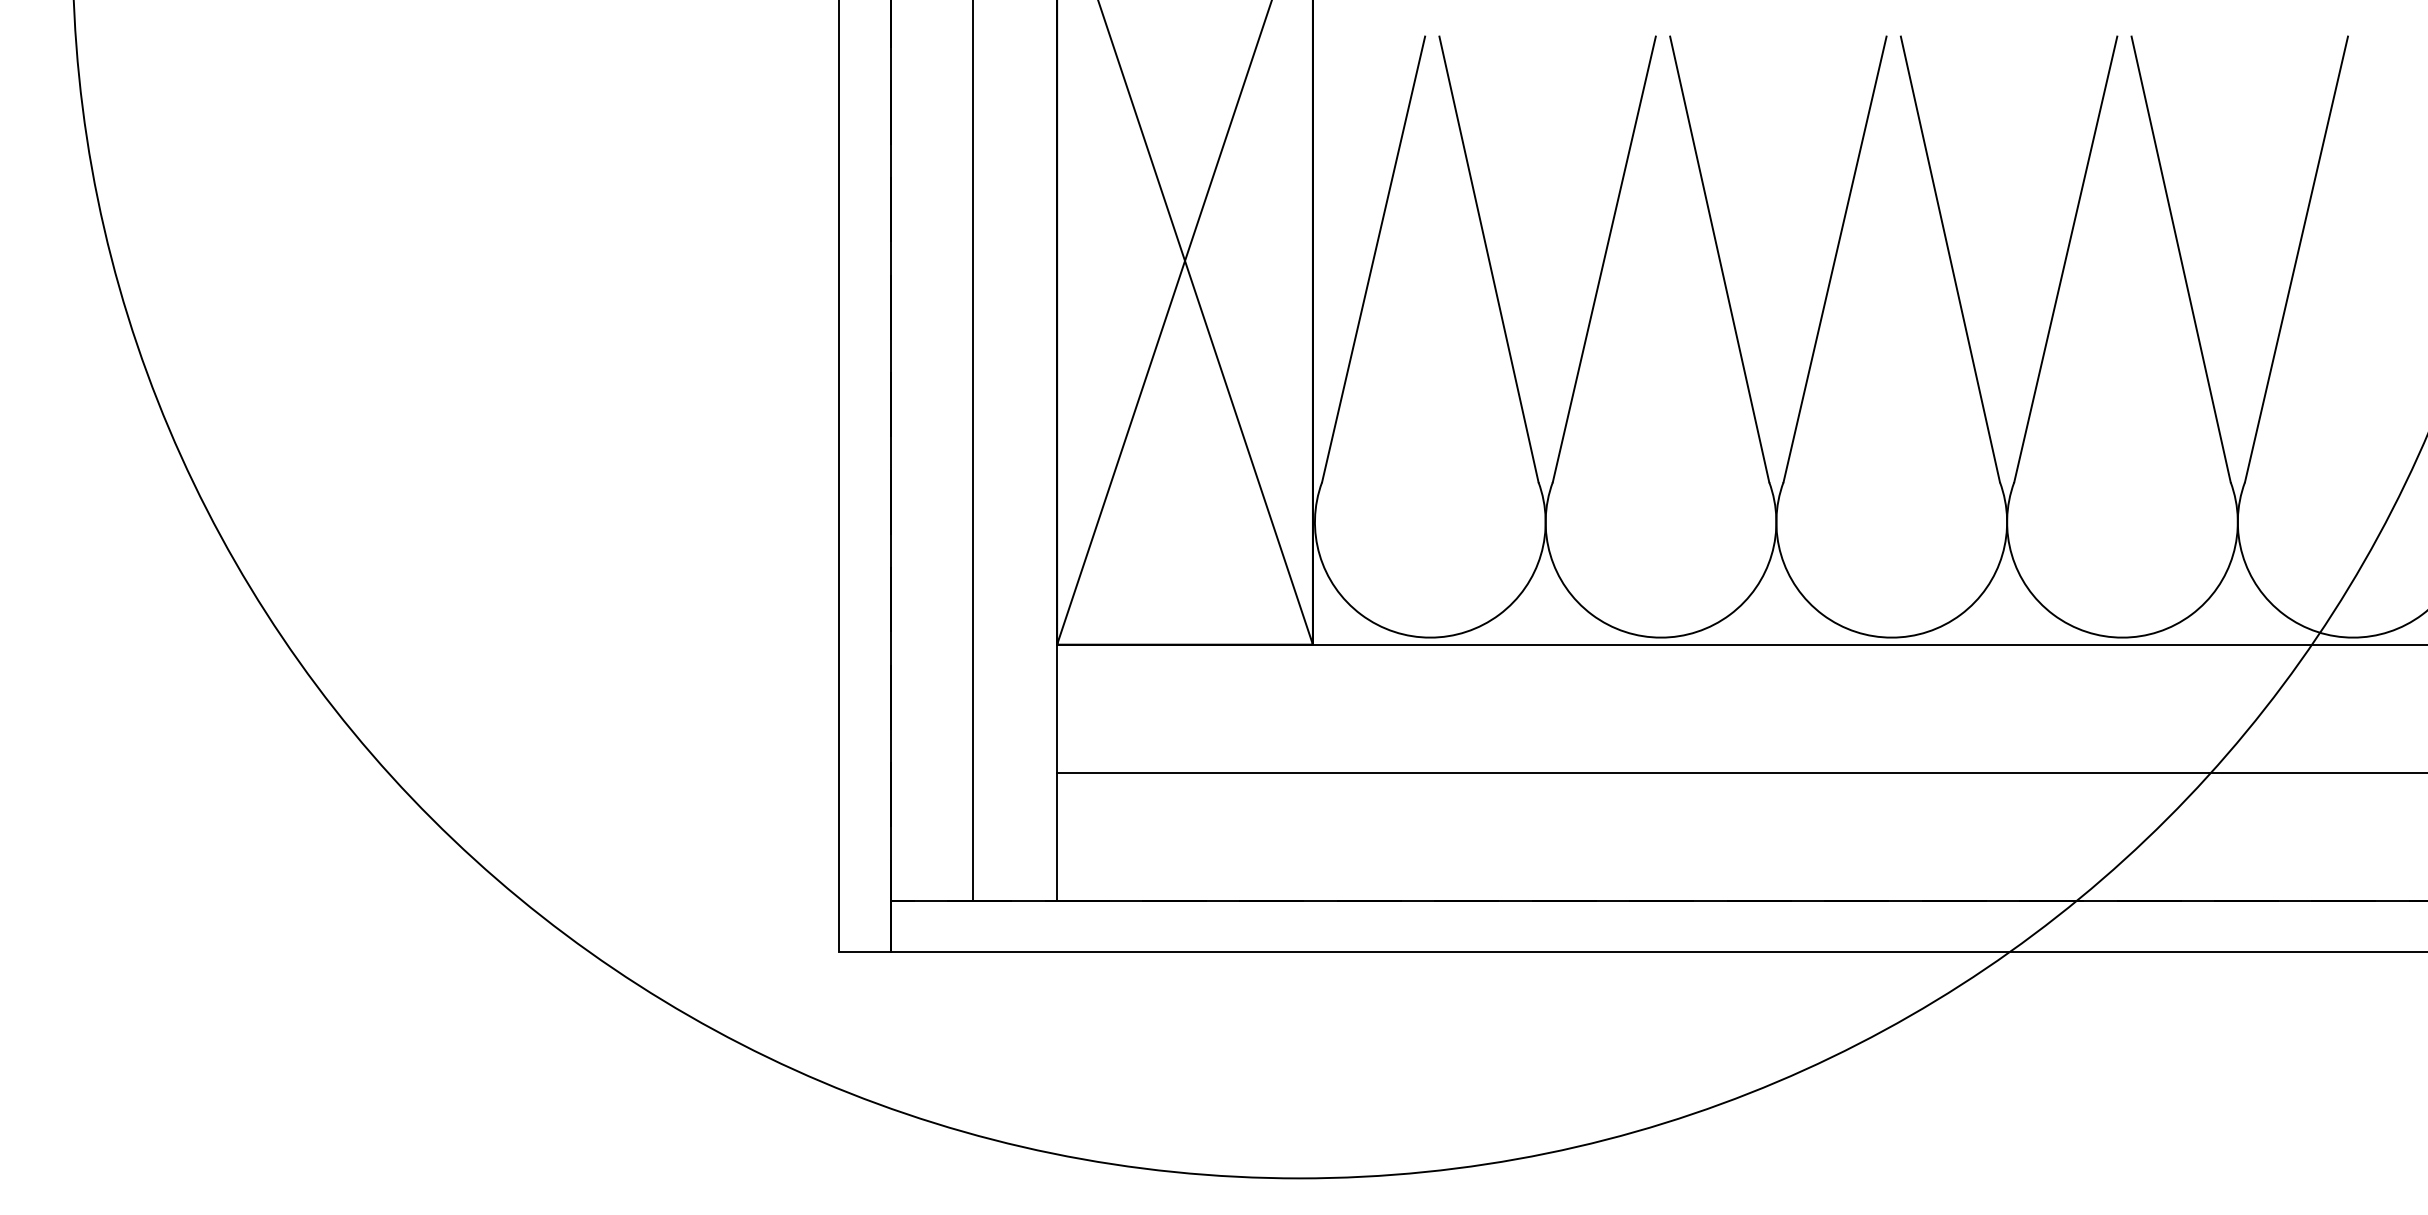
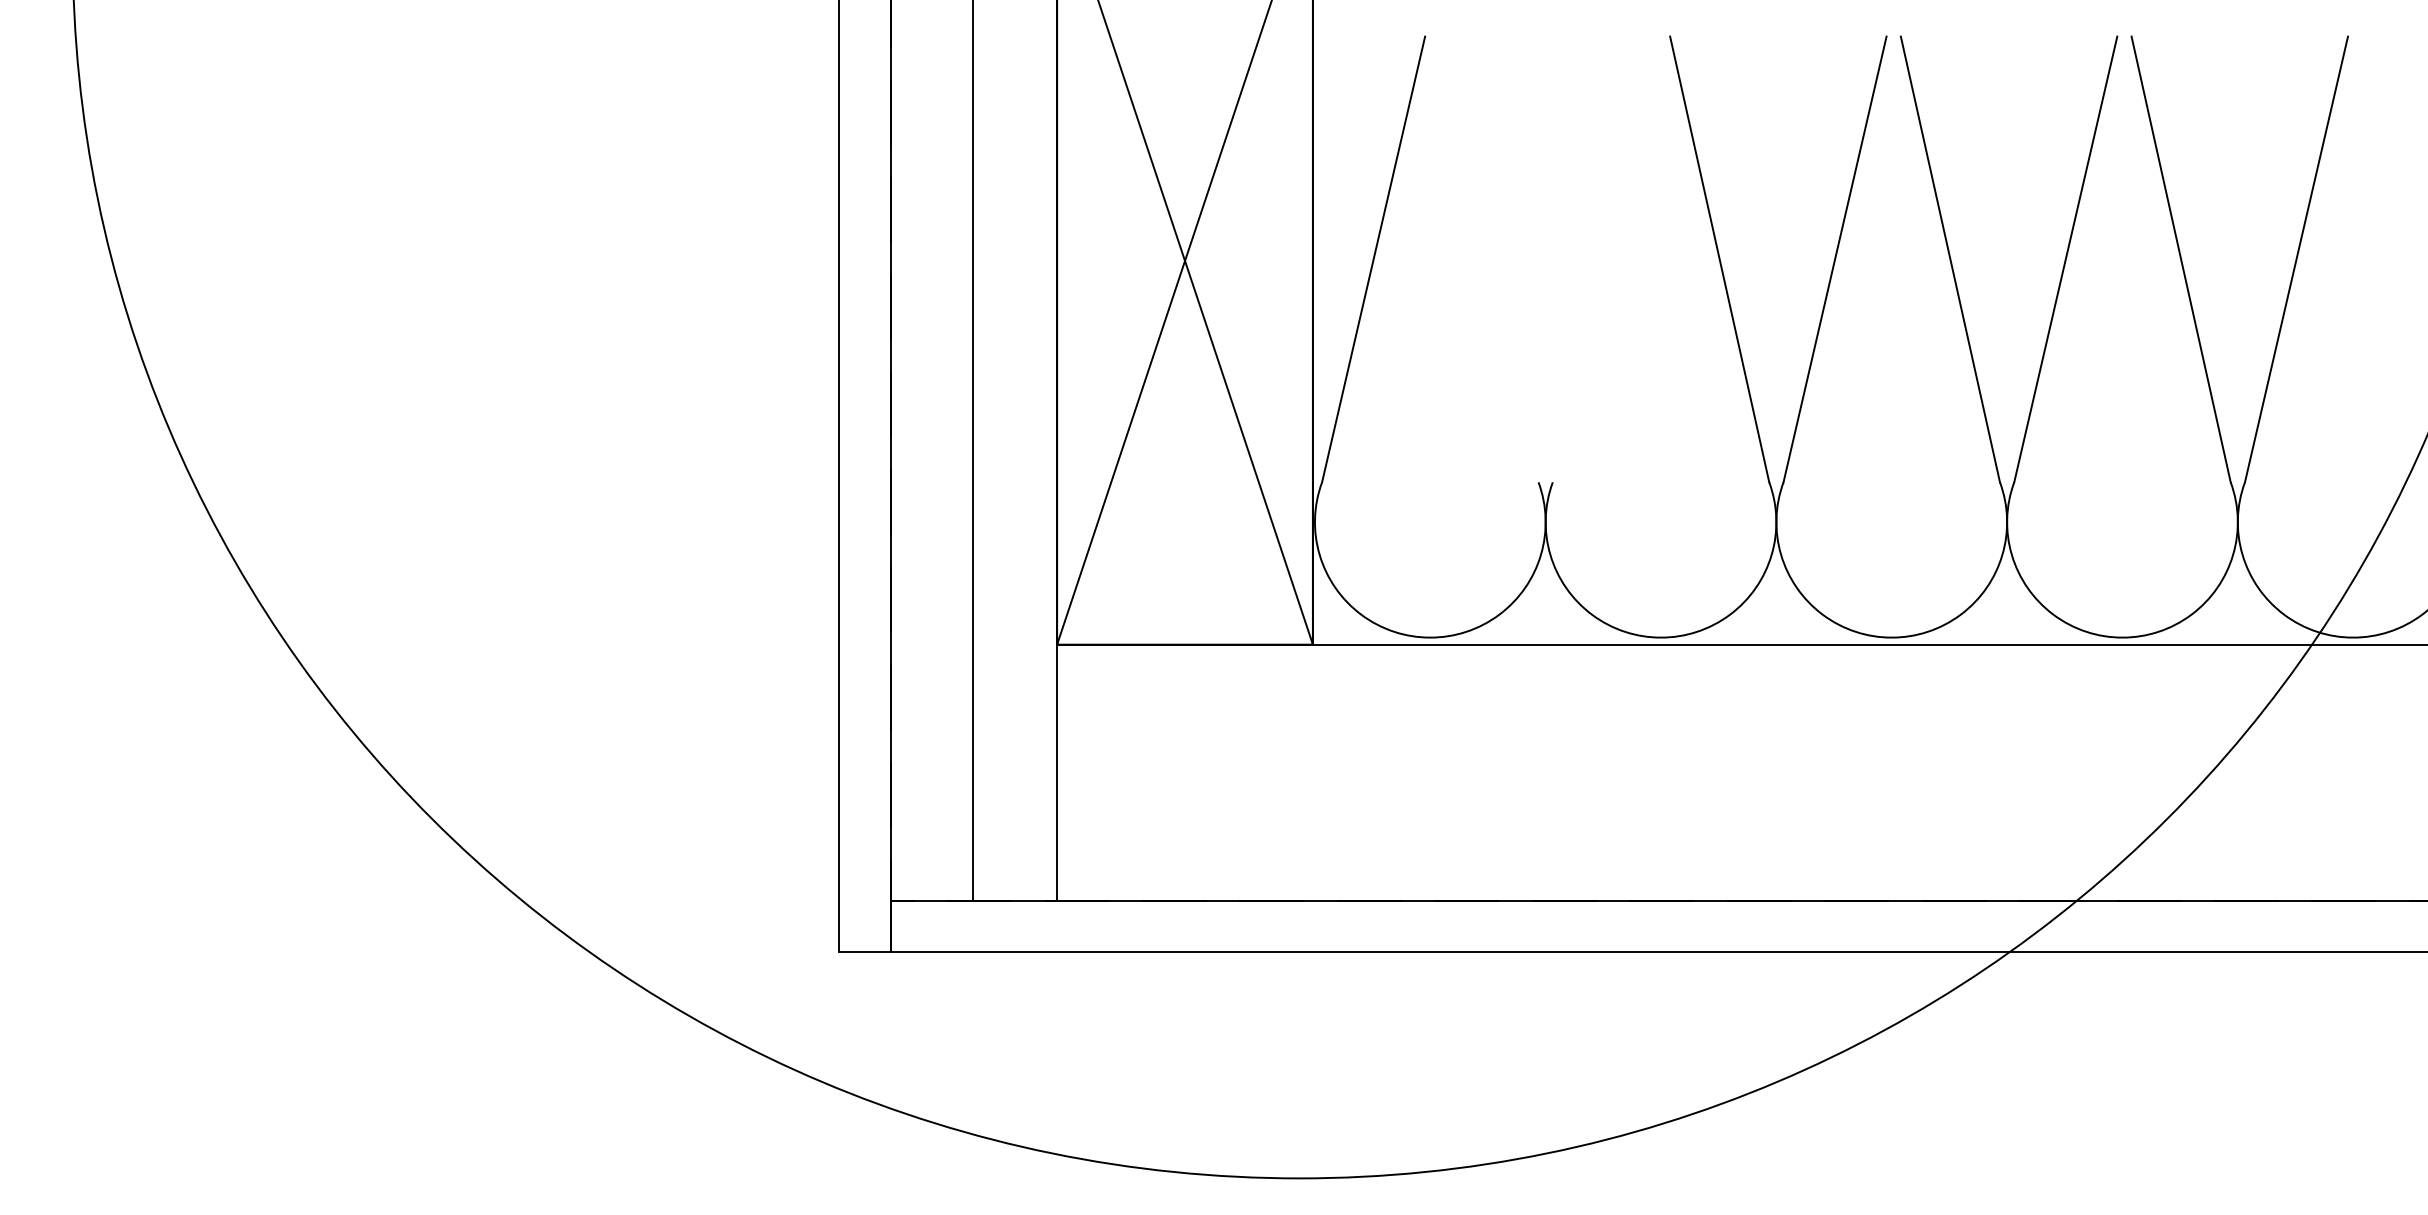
line at (1488, 259): present -> none
line at (1603, 259): present -> none
line at (1740, 772): present -> none
